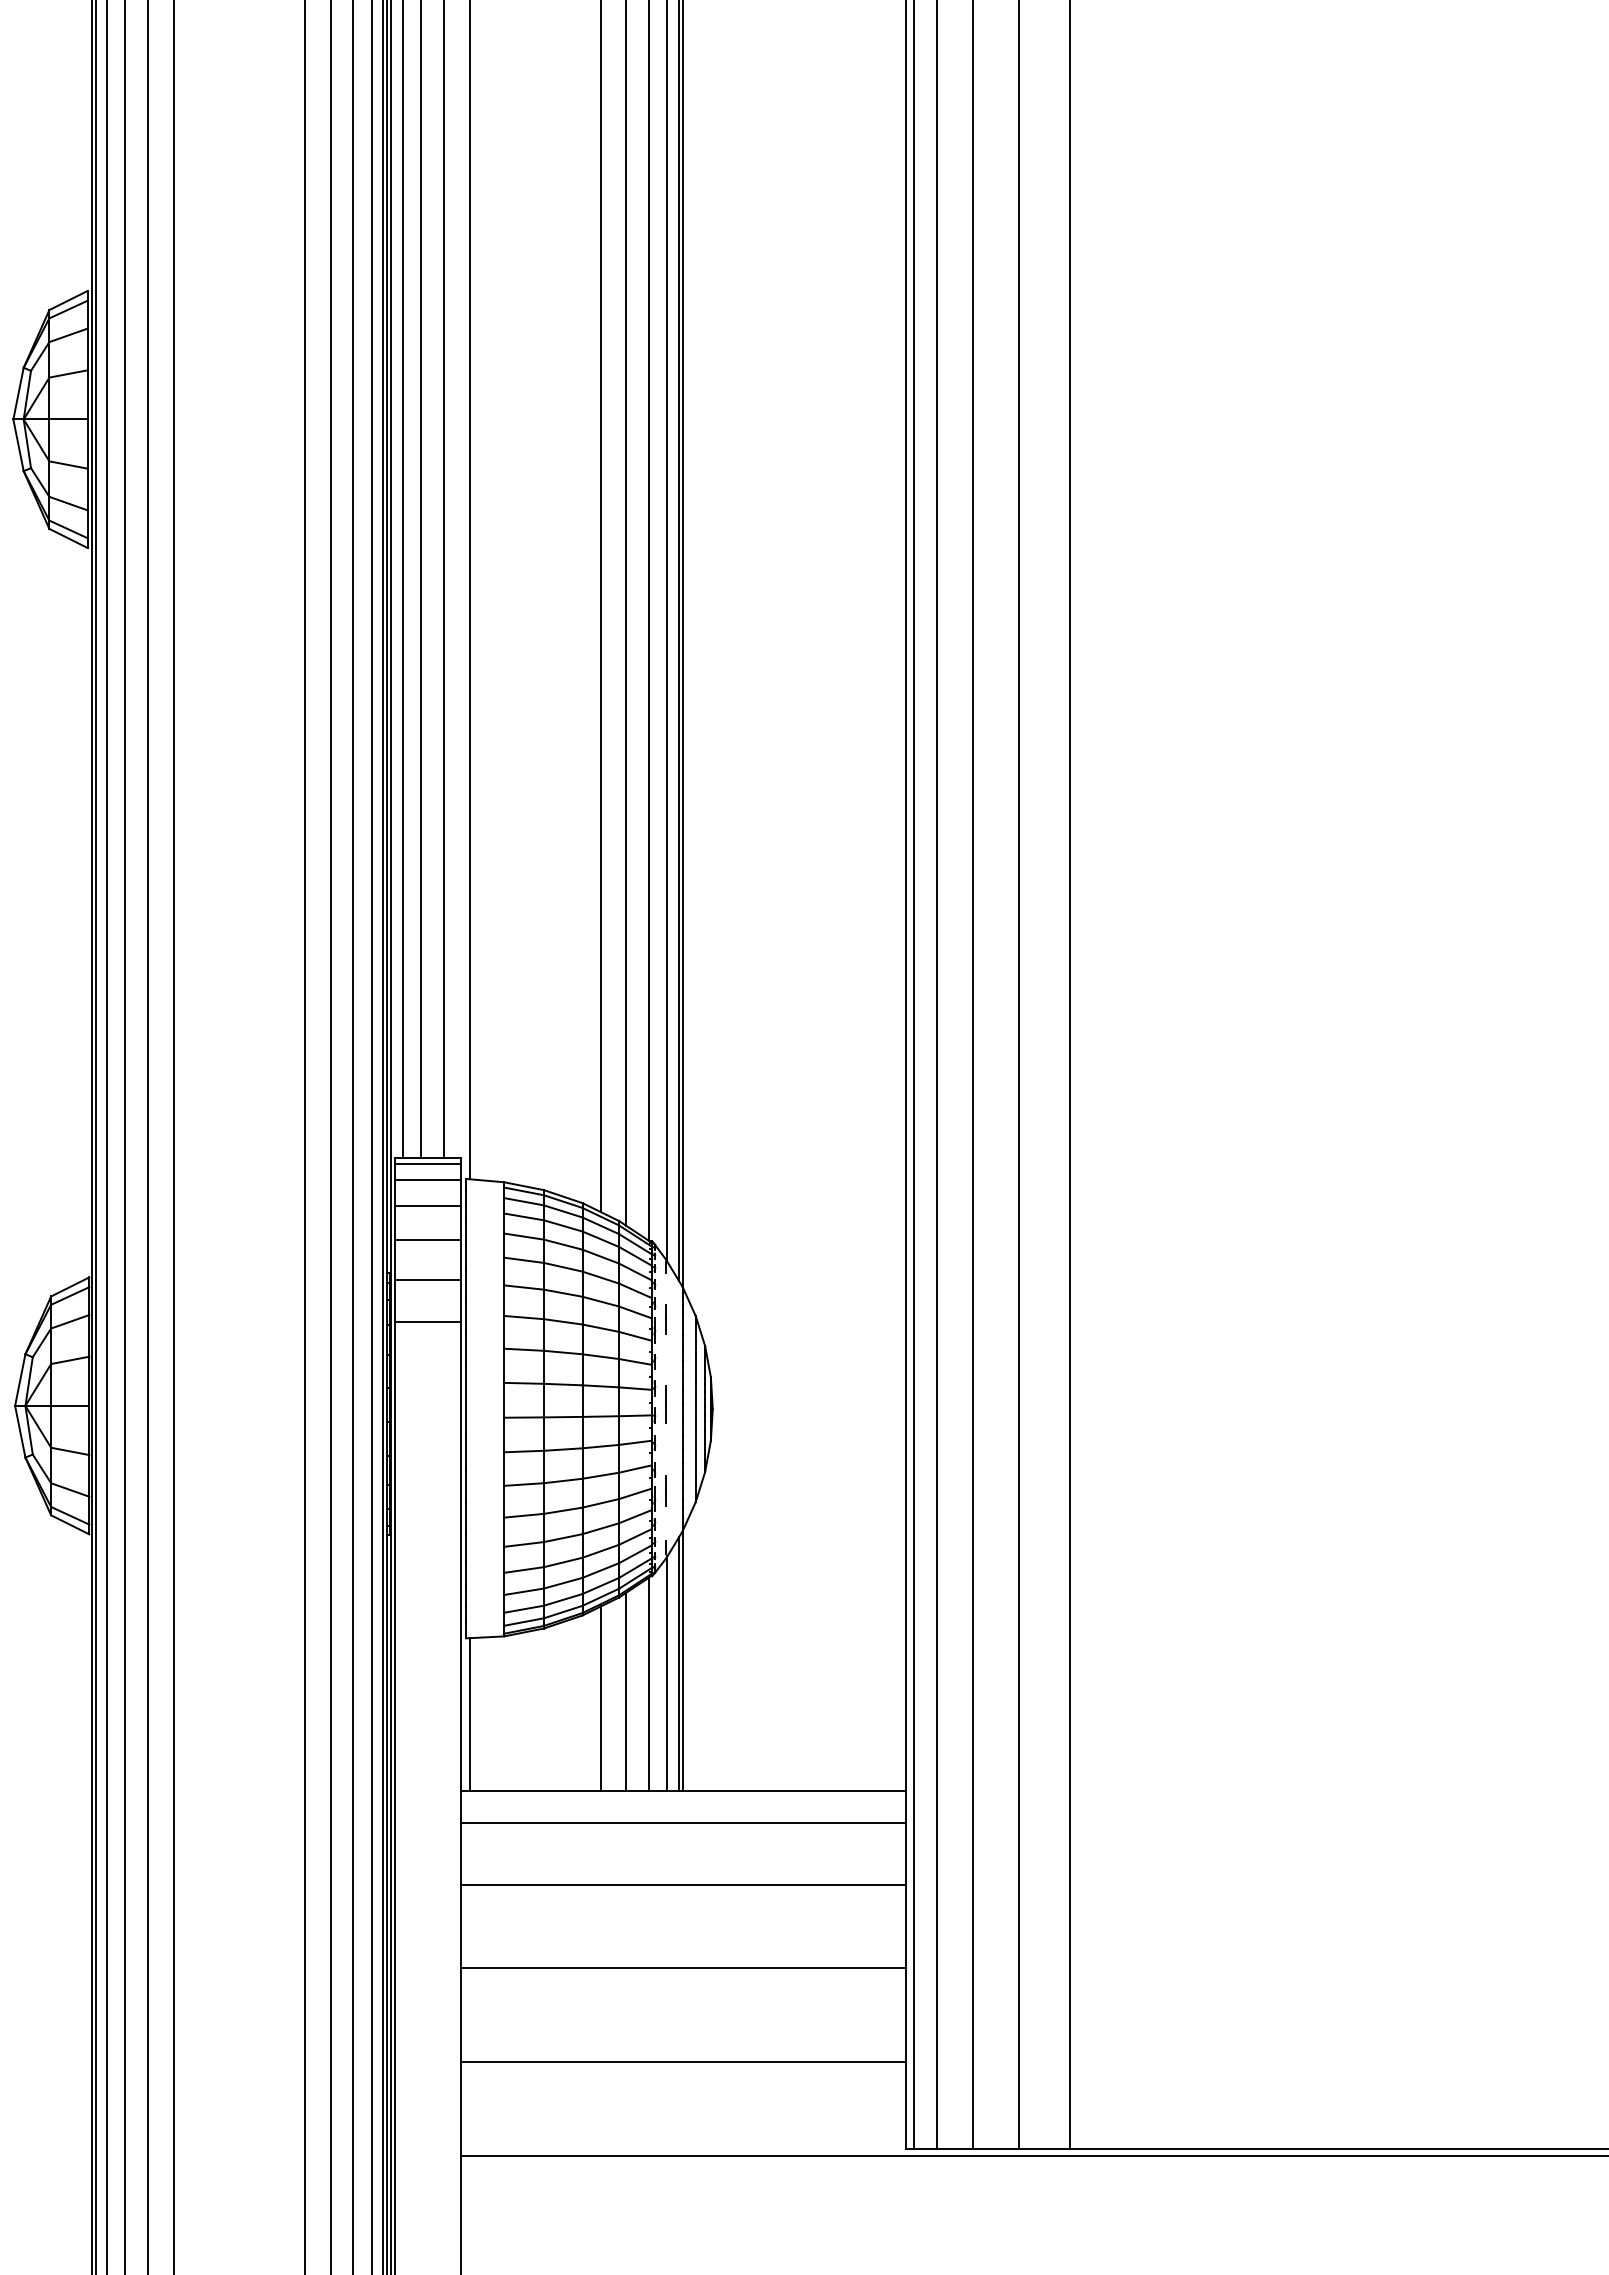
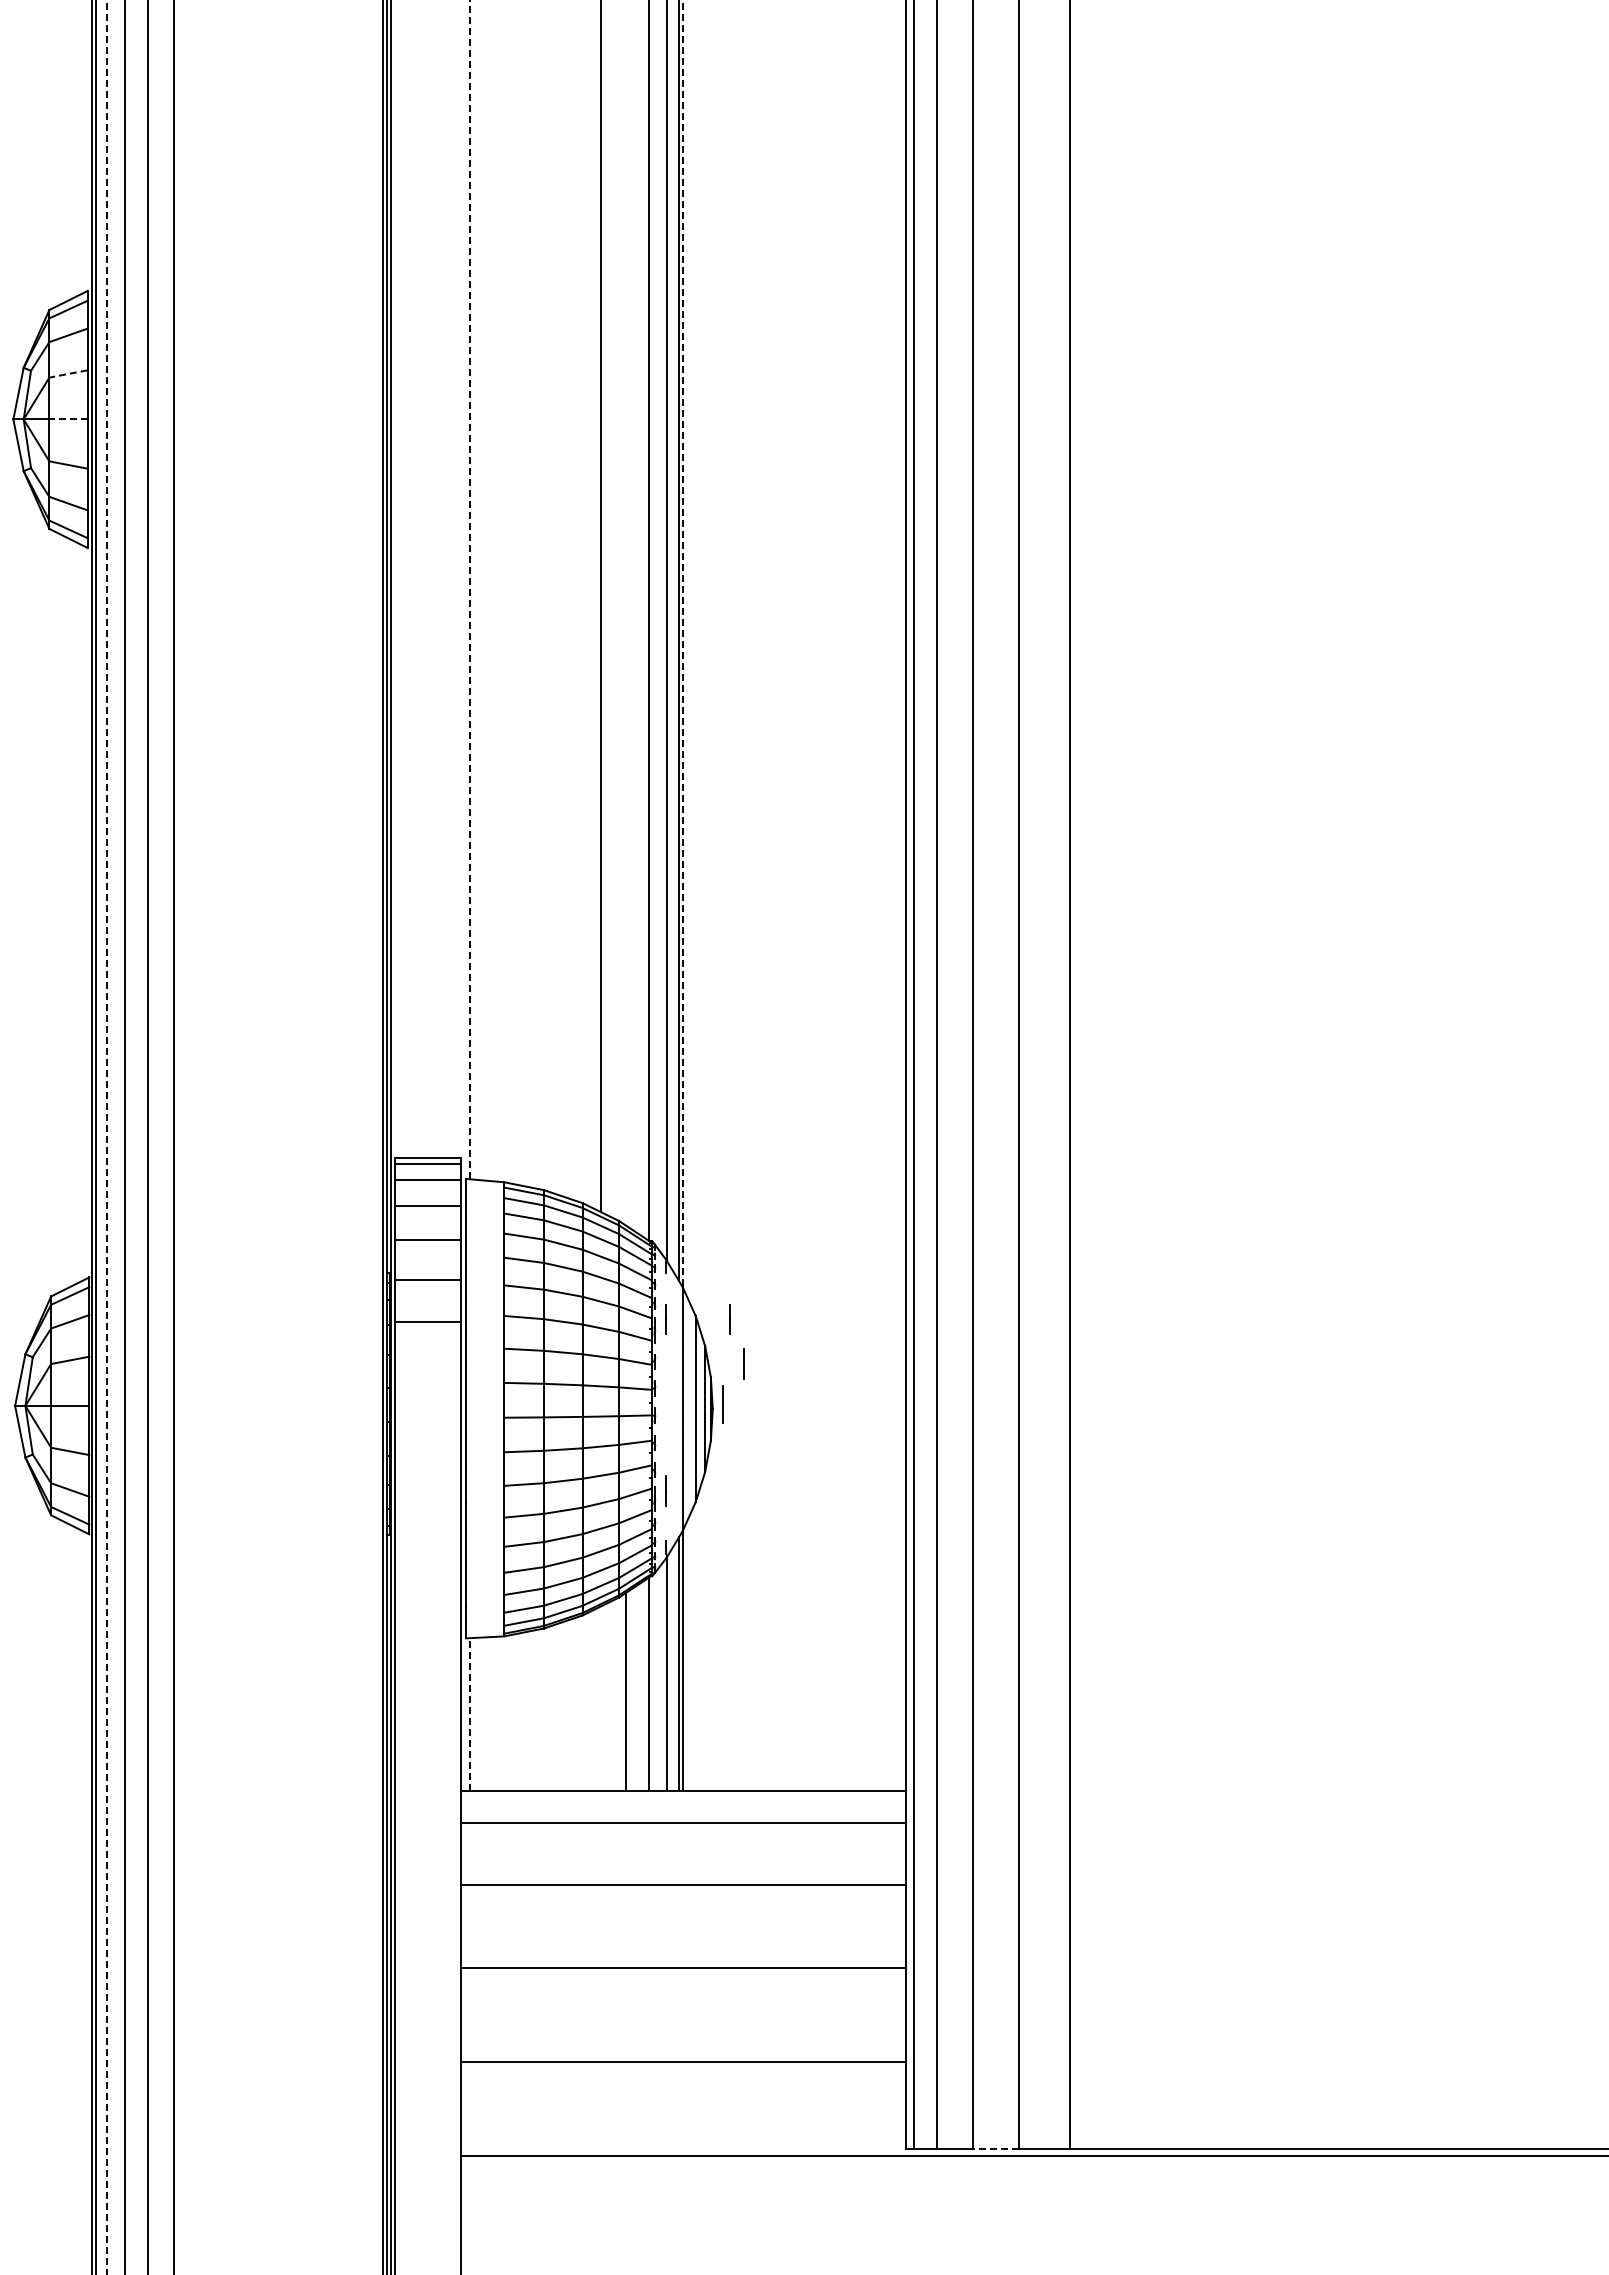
line at (67, 374): solid -> dashed
line at (67, 419): solid -> dashed
line at (403, 580): present -> none
line at (421, 580): present -> none
line at (444, 580): present -> none
line at (469, 589): solid -> dashed
line at (626, 613): present -> none
line at (683, 644): solid -> dashed
line at (305, 1136): present -> none
line at (330, 1136): present -> none
line at (353, 1136): present -> none
line at (371, 1136): present -> none
line at (107, 1138): solid -> dashed
line at (729, 1319): none -> present
line at (743, 1363): none -> present
line at (665, 1404) position: (665, 1404) -> (722, 1404)
line at (600, 1698): present -> none
line at (469, 1714): solid -> dashed
line at (996, 2149): solid -> dashed
